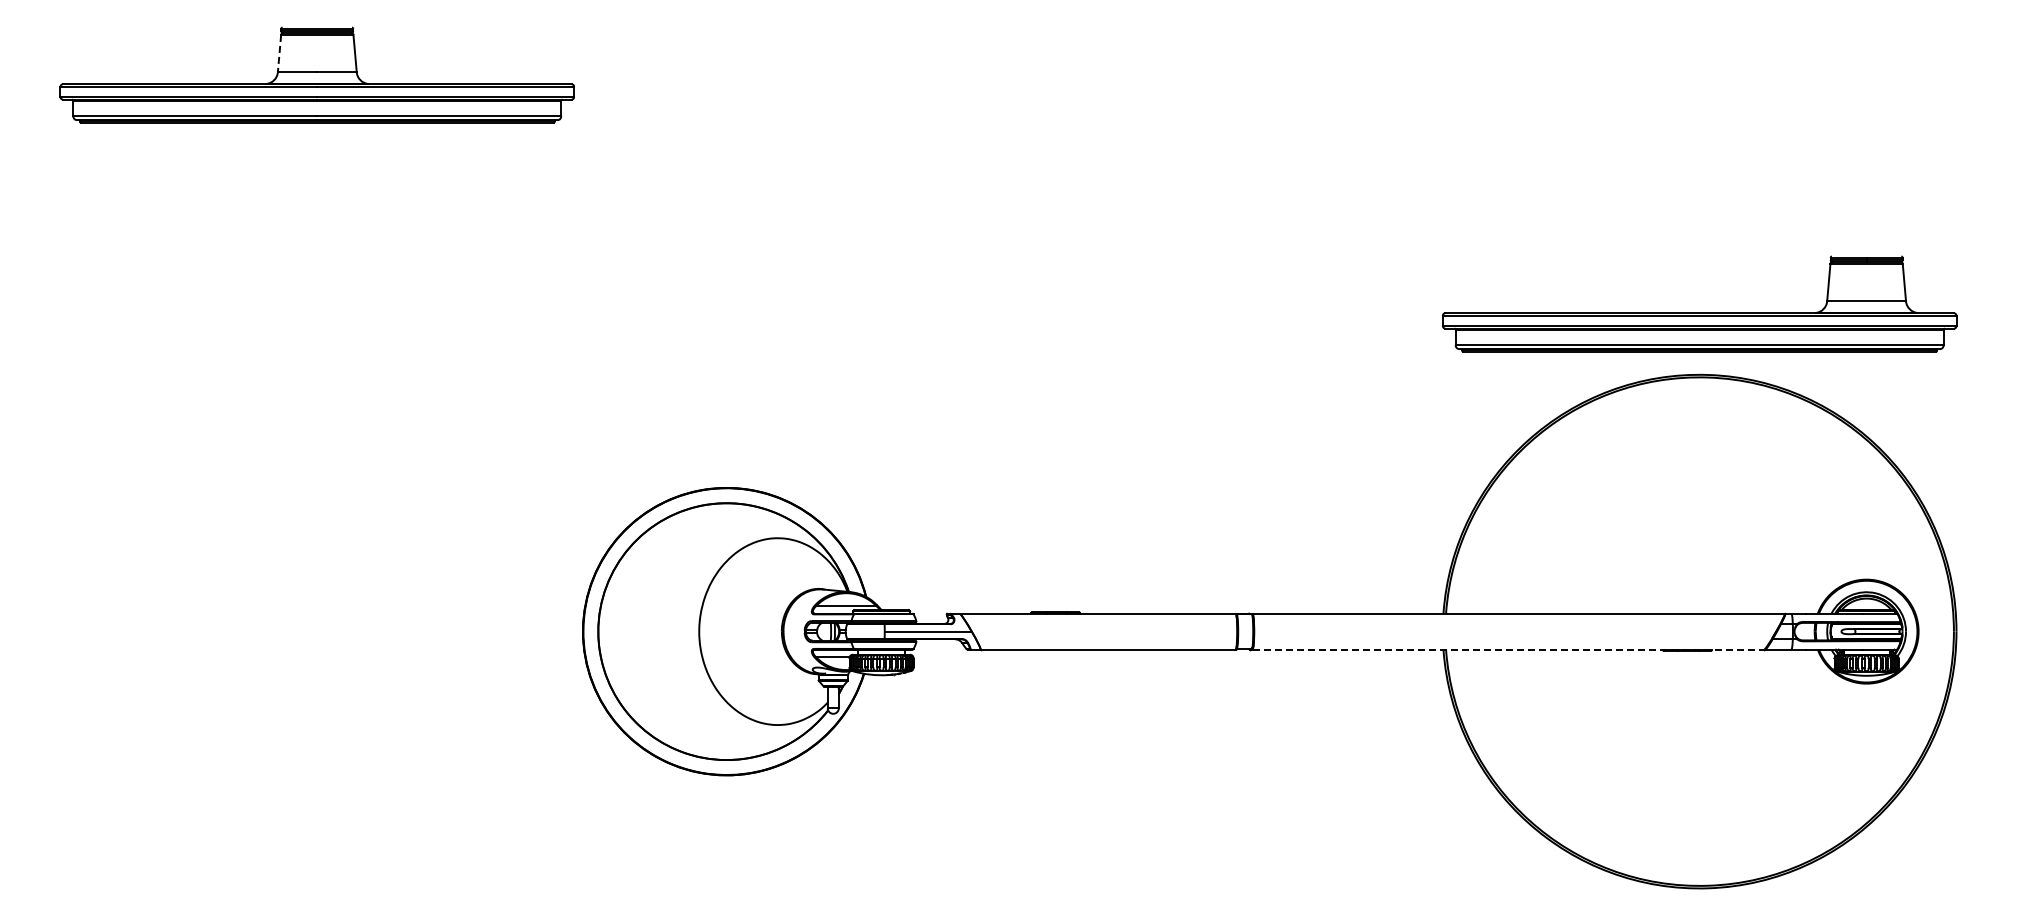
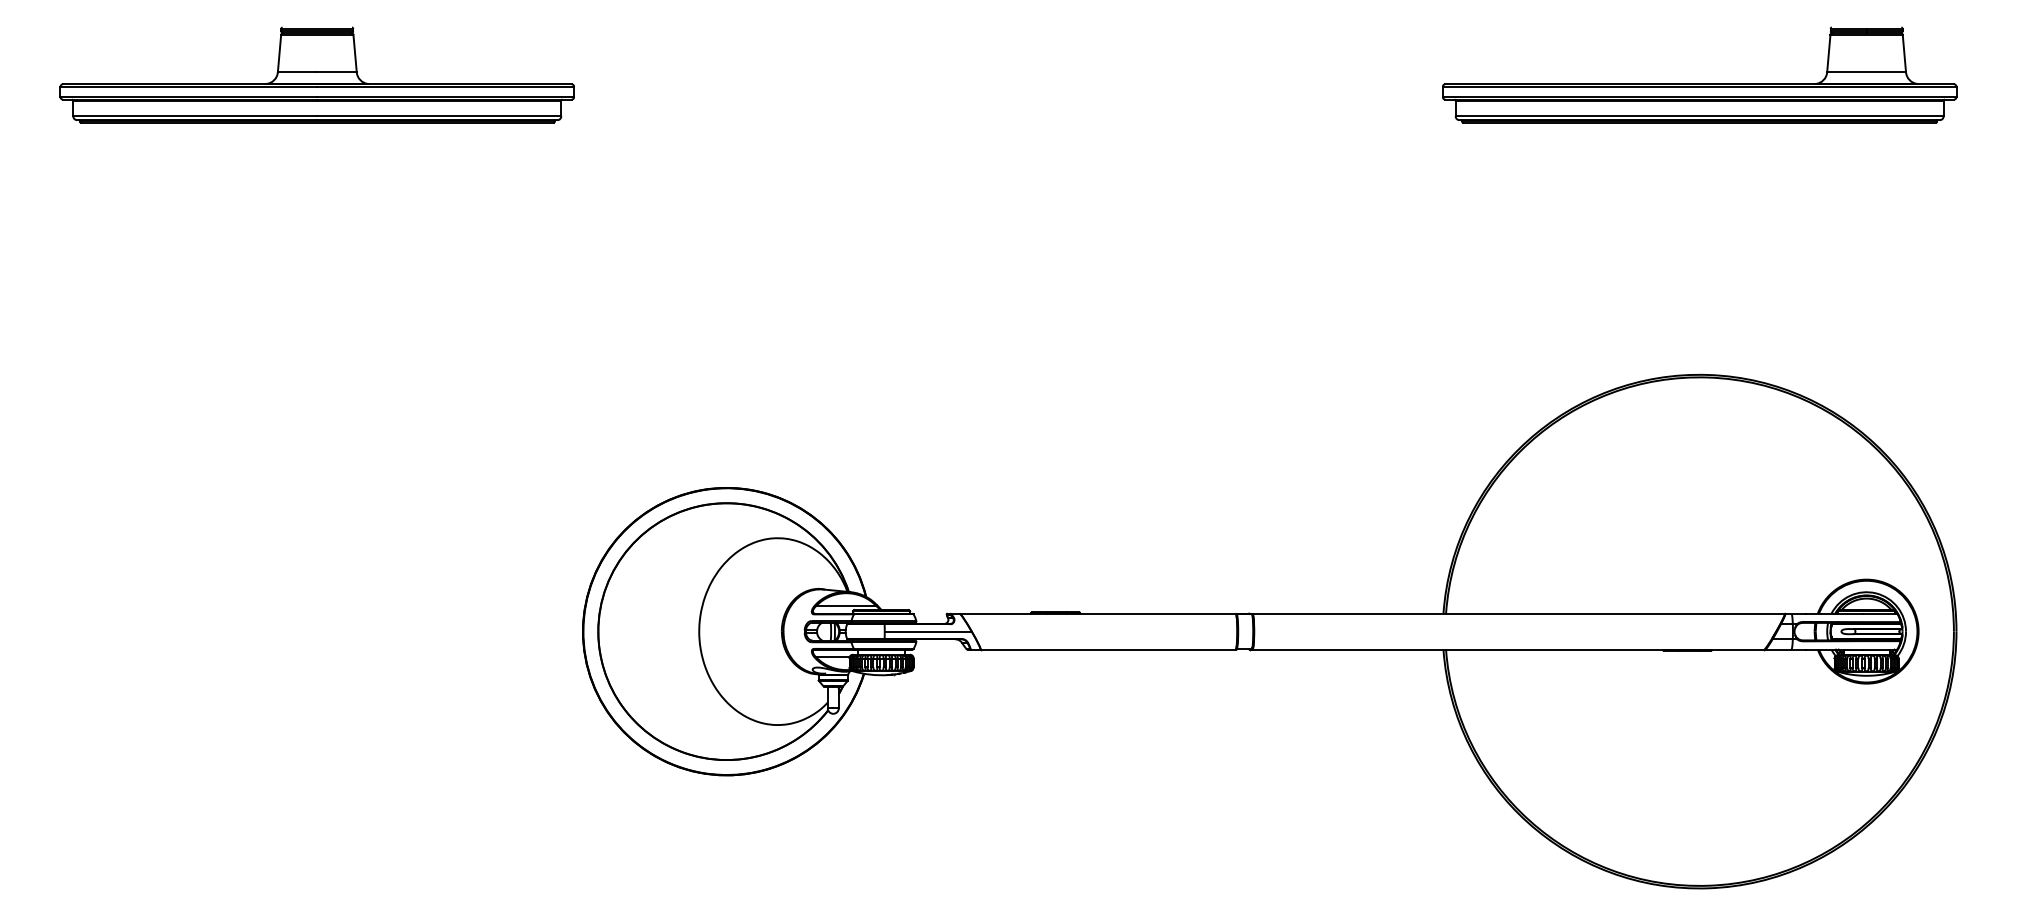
line at (279, 53): dashed -> solid
part at (1699, 312) position: (1699, 312) -> (1699, 83)
line at (1508, 649): dashed -> solid
